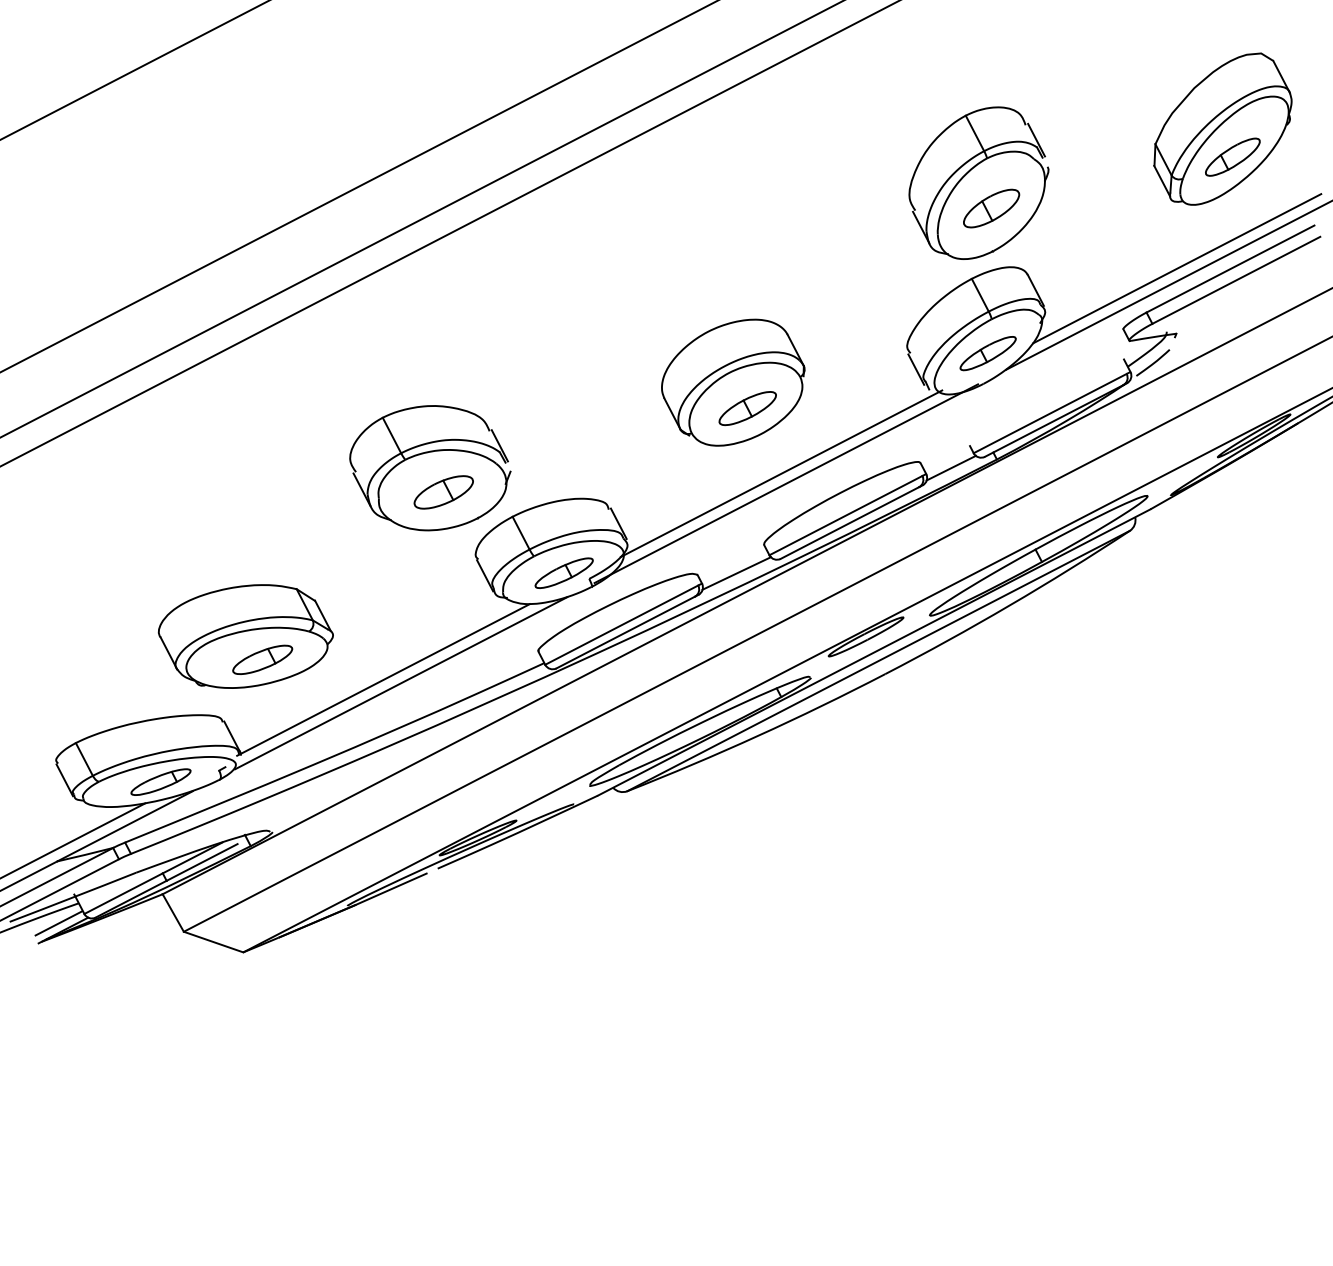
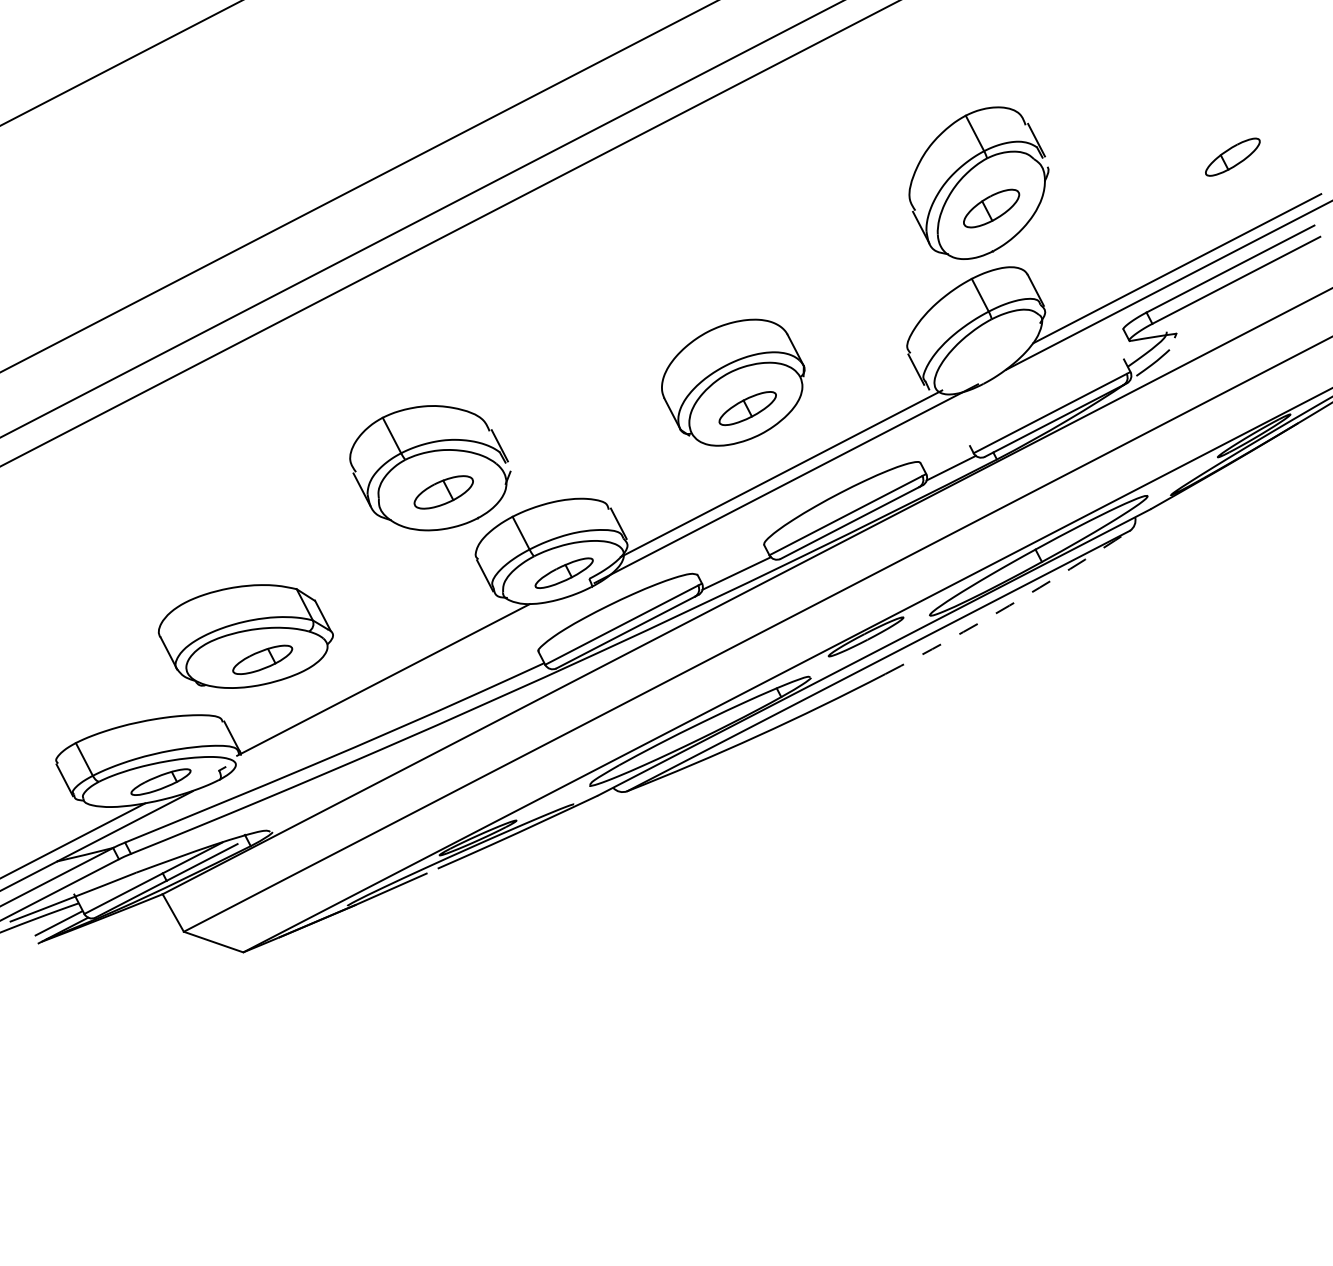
line at (134, 70) position: (134, 70) -> (120, 63)
part at (1222, 128): present -> none
part at (987, 353): present -> none
arc at (1009, 605): solid -> dashed
line at (401, 683): present -> none
